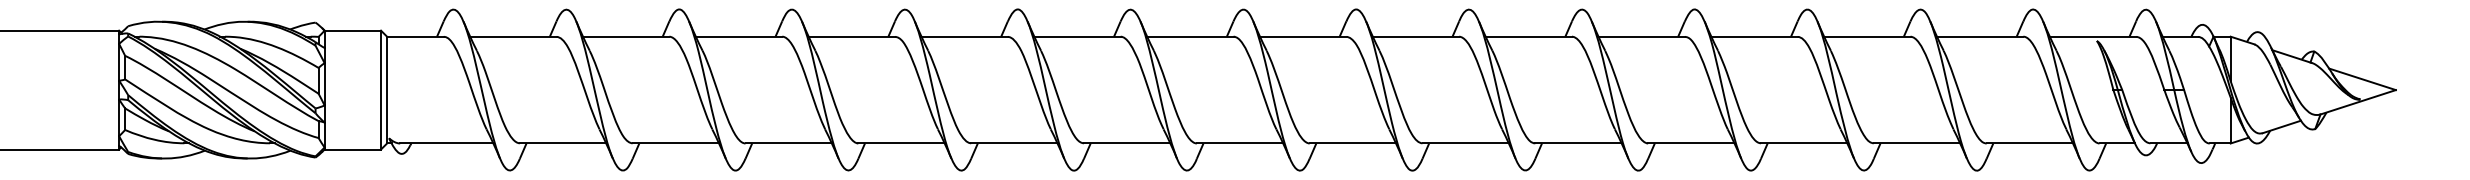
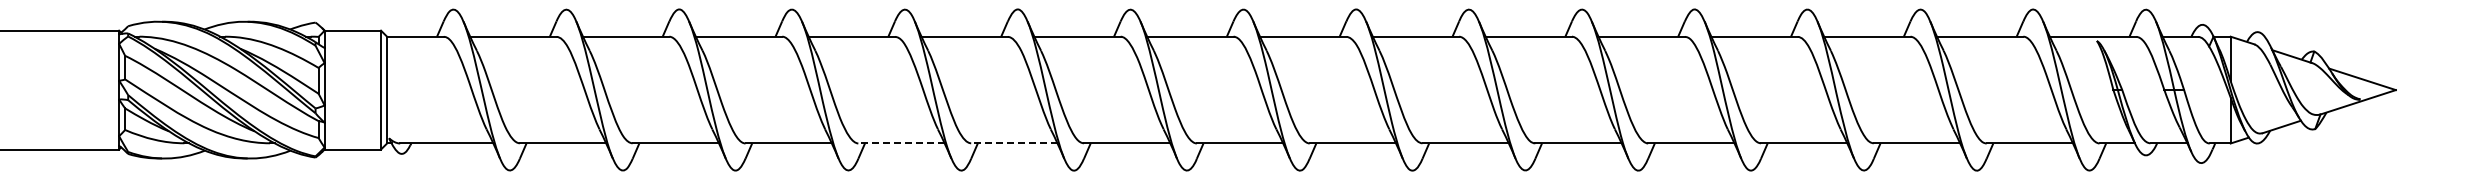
line at (901, 143): solid -> dashed
line at (1013, 143): solid -> dashed
